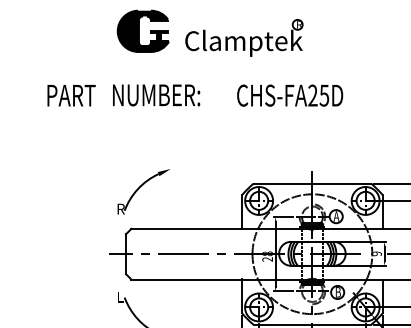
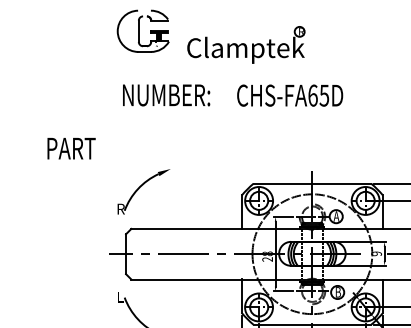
fill at (143, 30): present -> none
part at (244, 37) position: (244, 37) -> (246, 44)
text at (71, 95) position: (71, 95) -> (71, 148)
text at (156, 95) position: (156, 95) -> (166, 95)
text at (312, 95): CHS-FA25D -> CHS-FA65D
